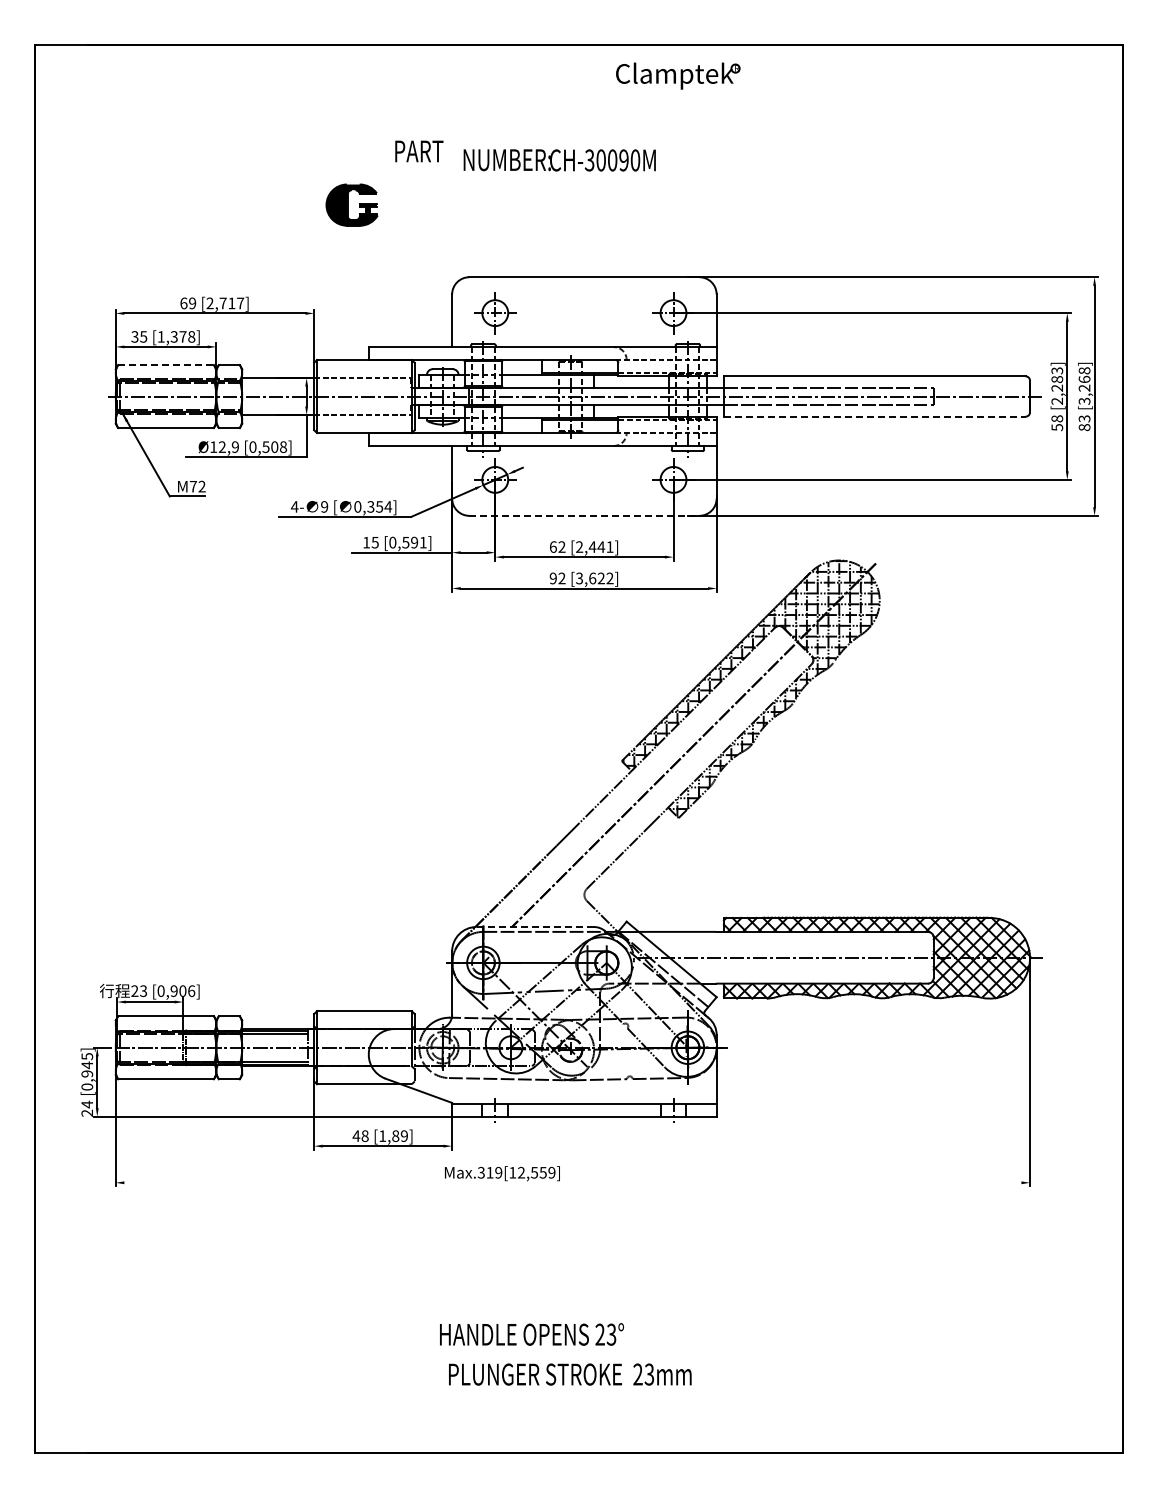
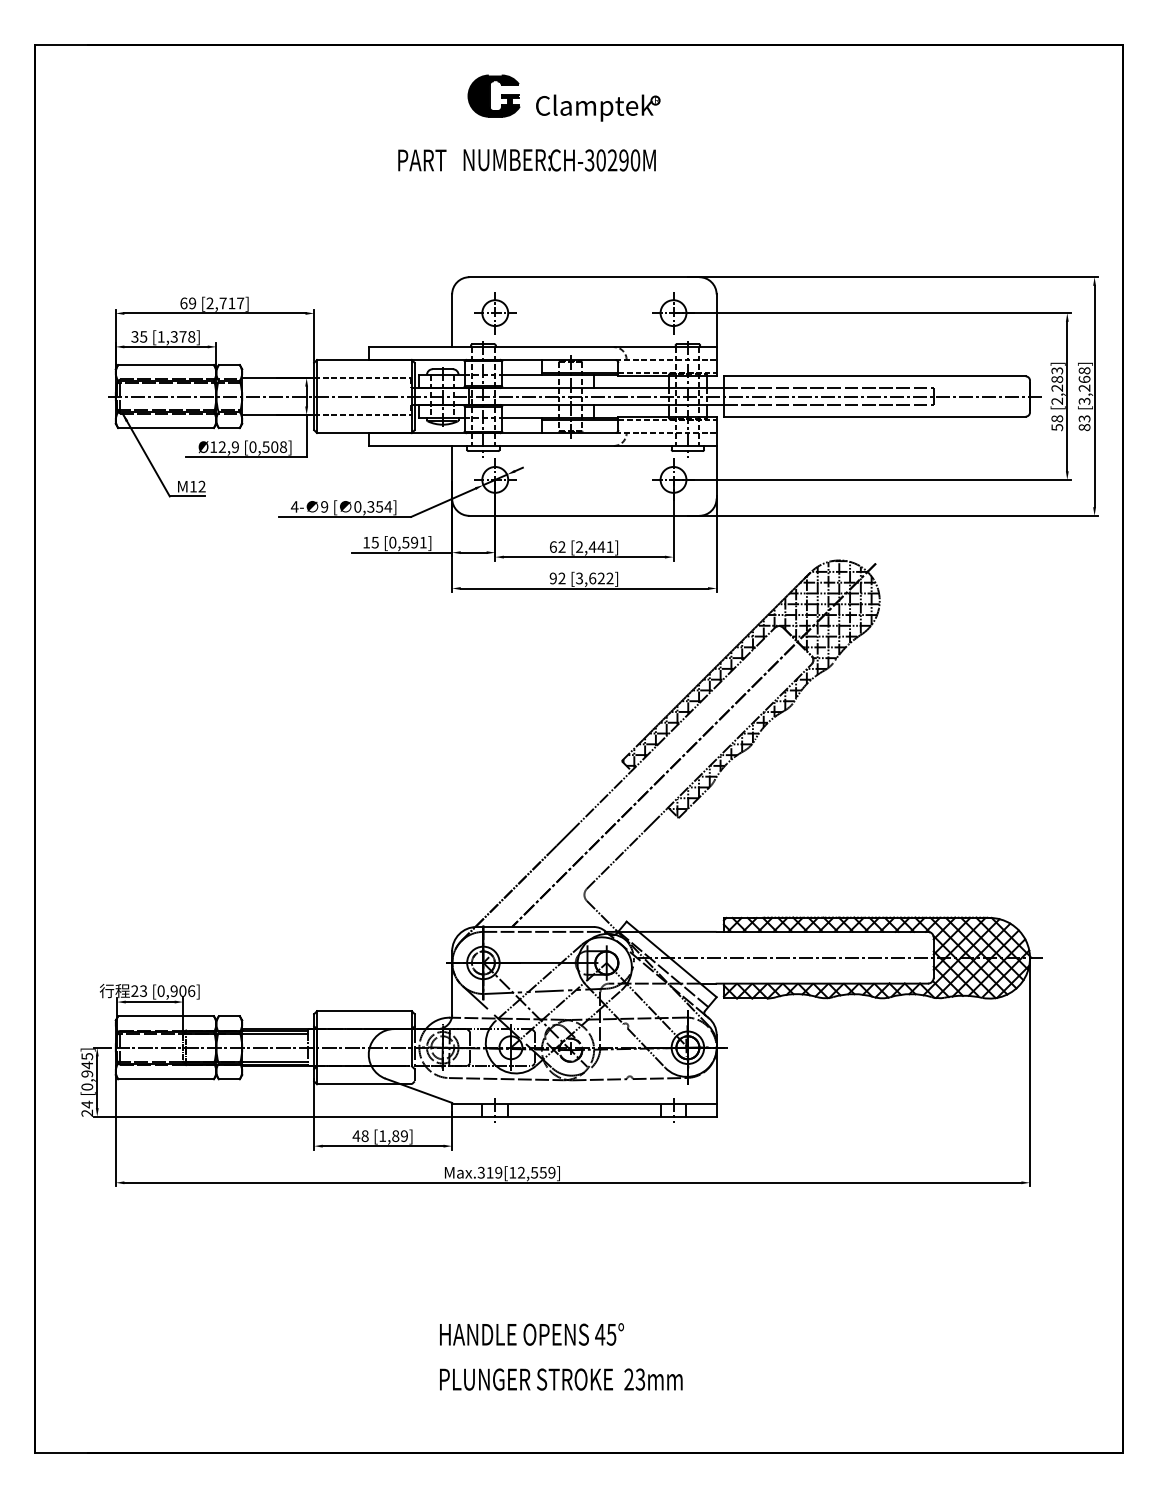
part at (678, 75) position: (678, 75) -> (598, 107)
text at (419, 151) position: (419, 151) -> (422, 160)
text at (612, 160): CH-30090M -> CH-30290M
part at (351, 204) position: (351, 204) -> (493, 95)
line at (166, 365): dashed -> solid
line at (874, 416): dashed -> solid
text at (192, 486): M72 -> M12
line at (584, 515): dashed -> solid
line at (535, 927): dashed -> solid
line at (572, 1182): none -> present
text at (605, 1334): 23° -> 45°
text at (570, 1374) position: (570, 1374) -> (561, 1379)
